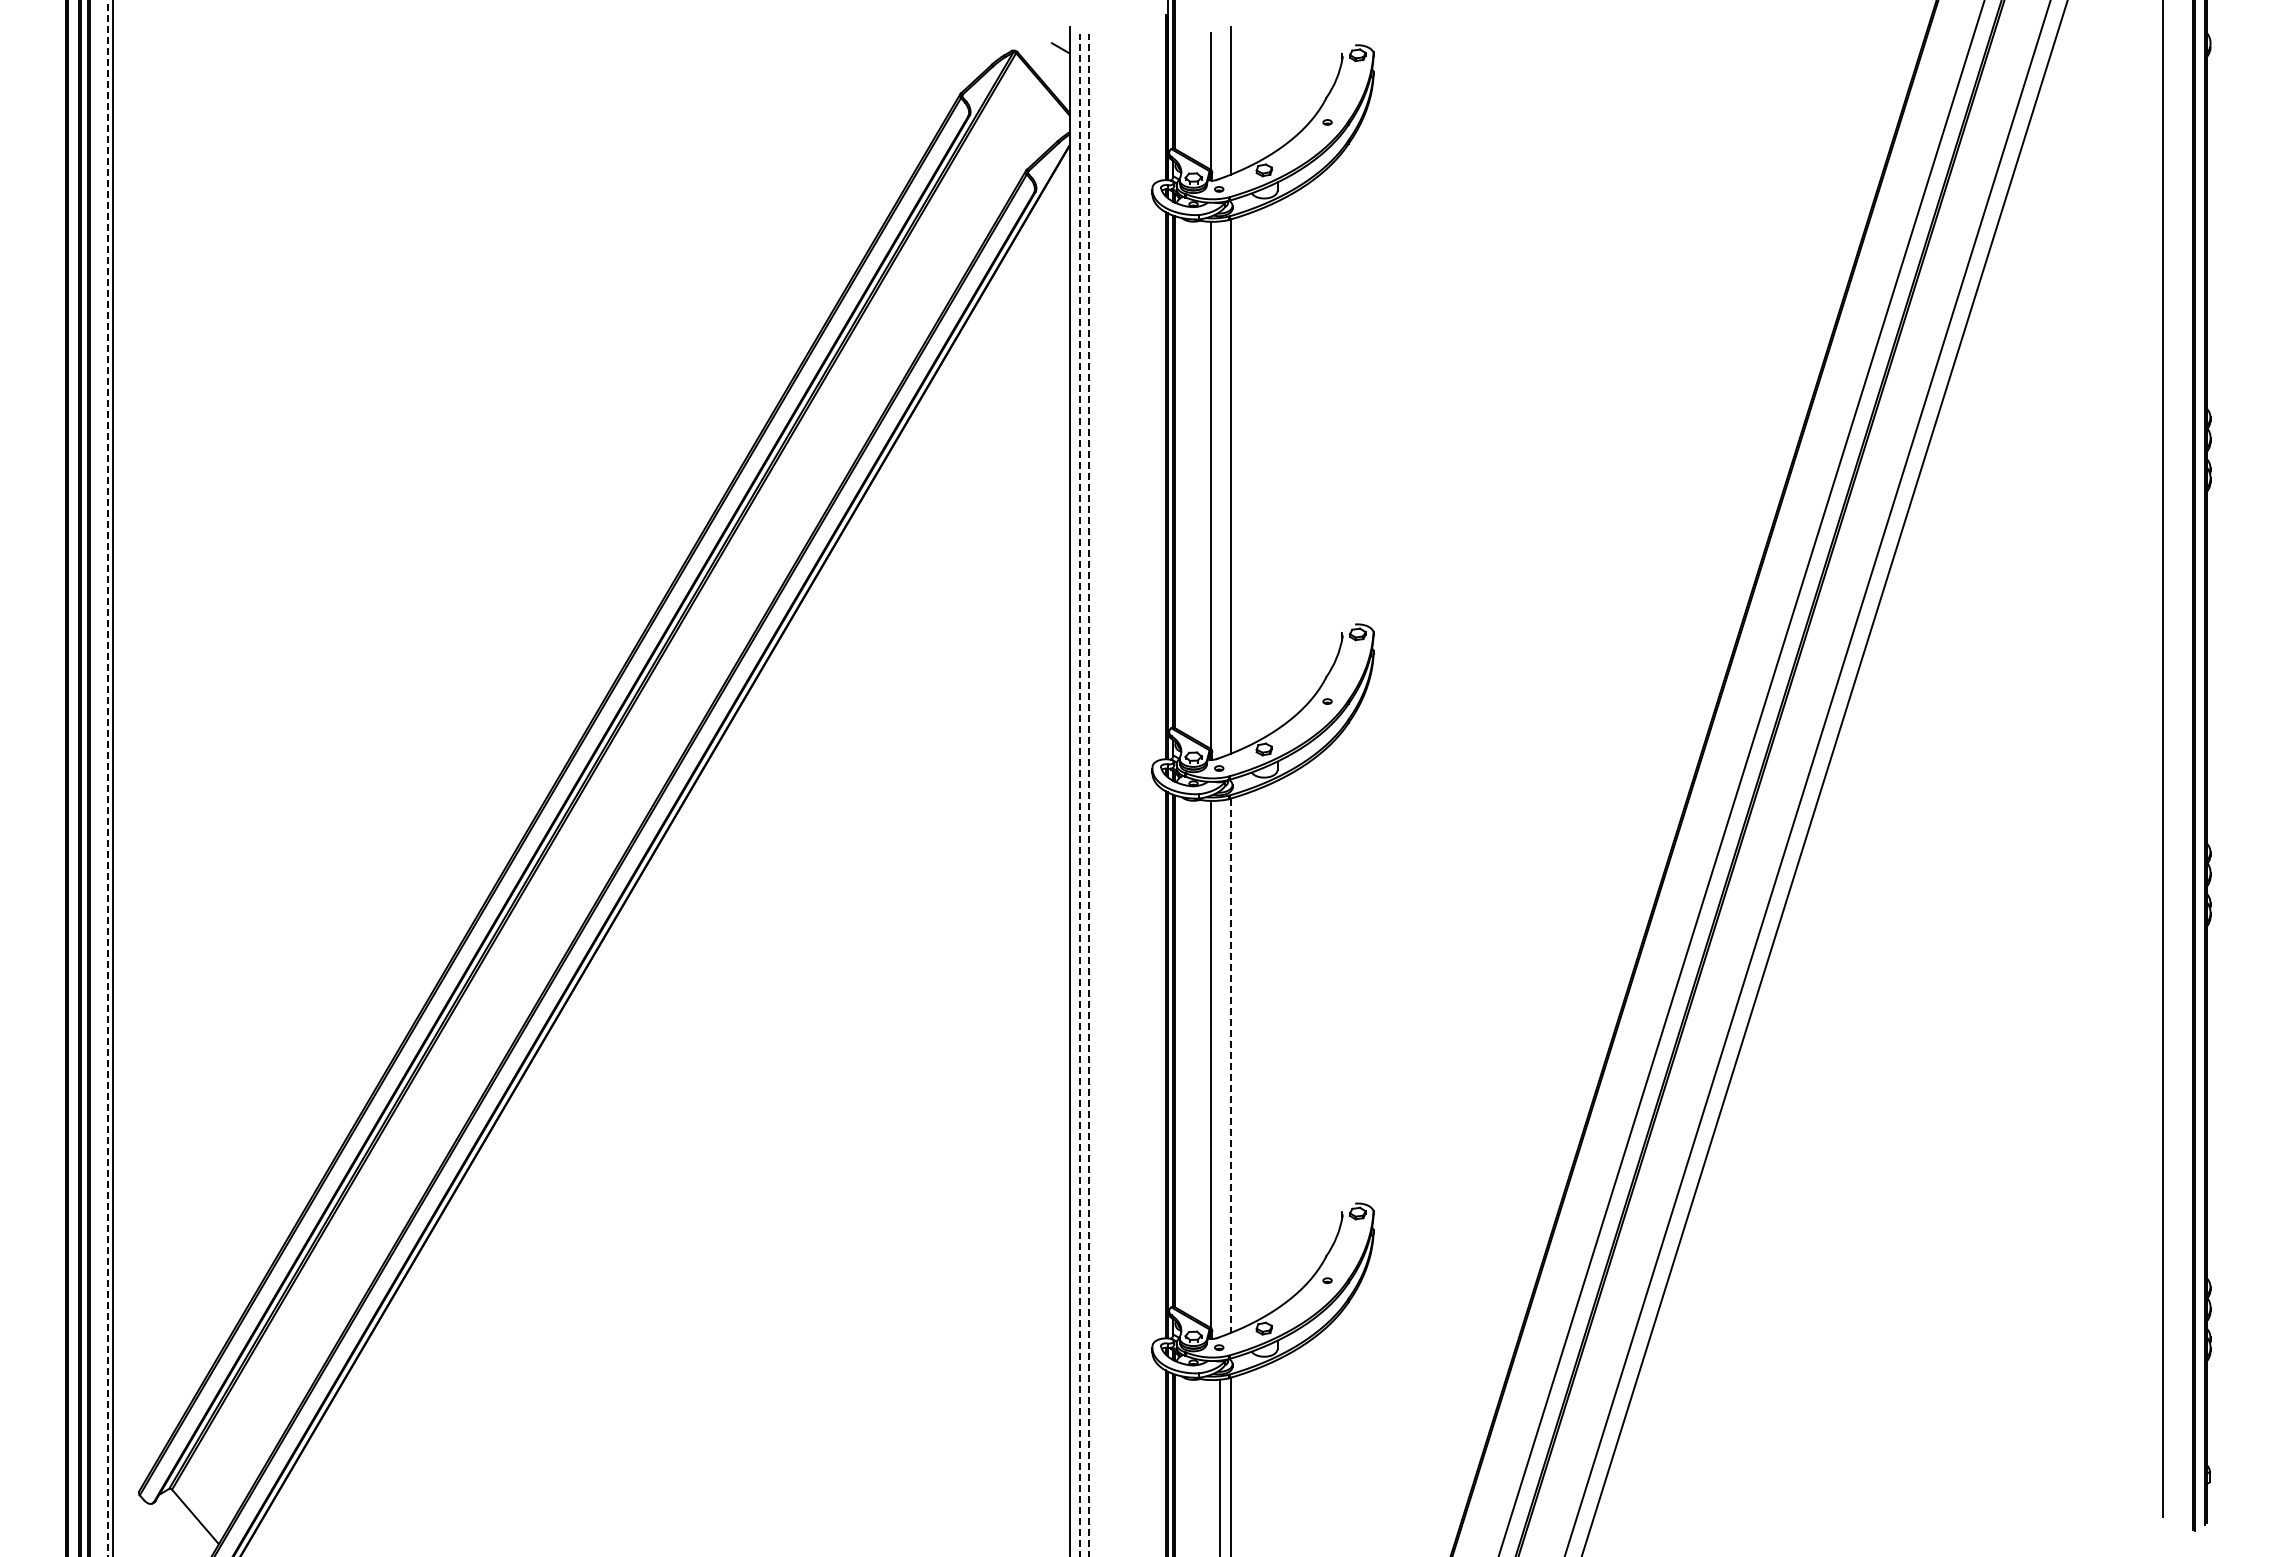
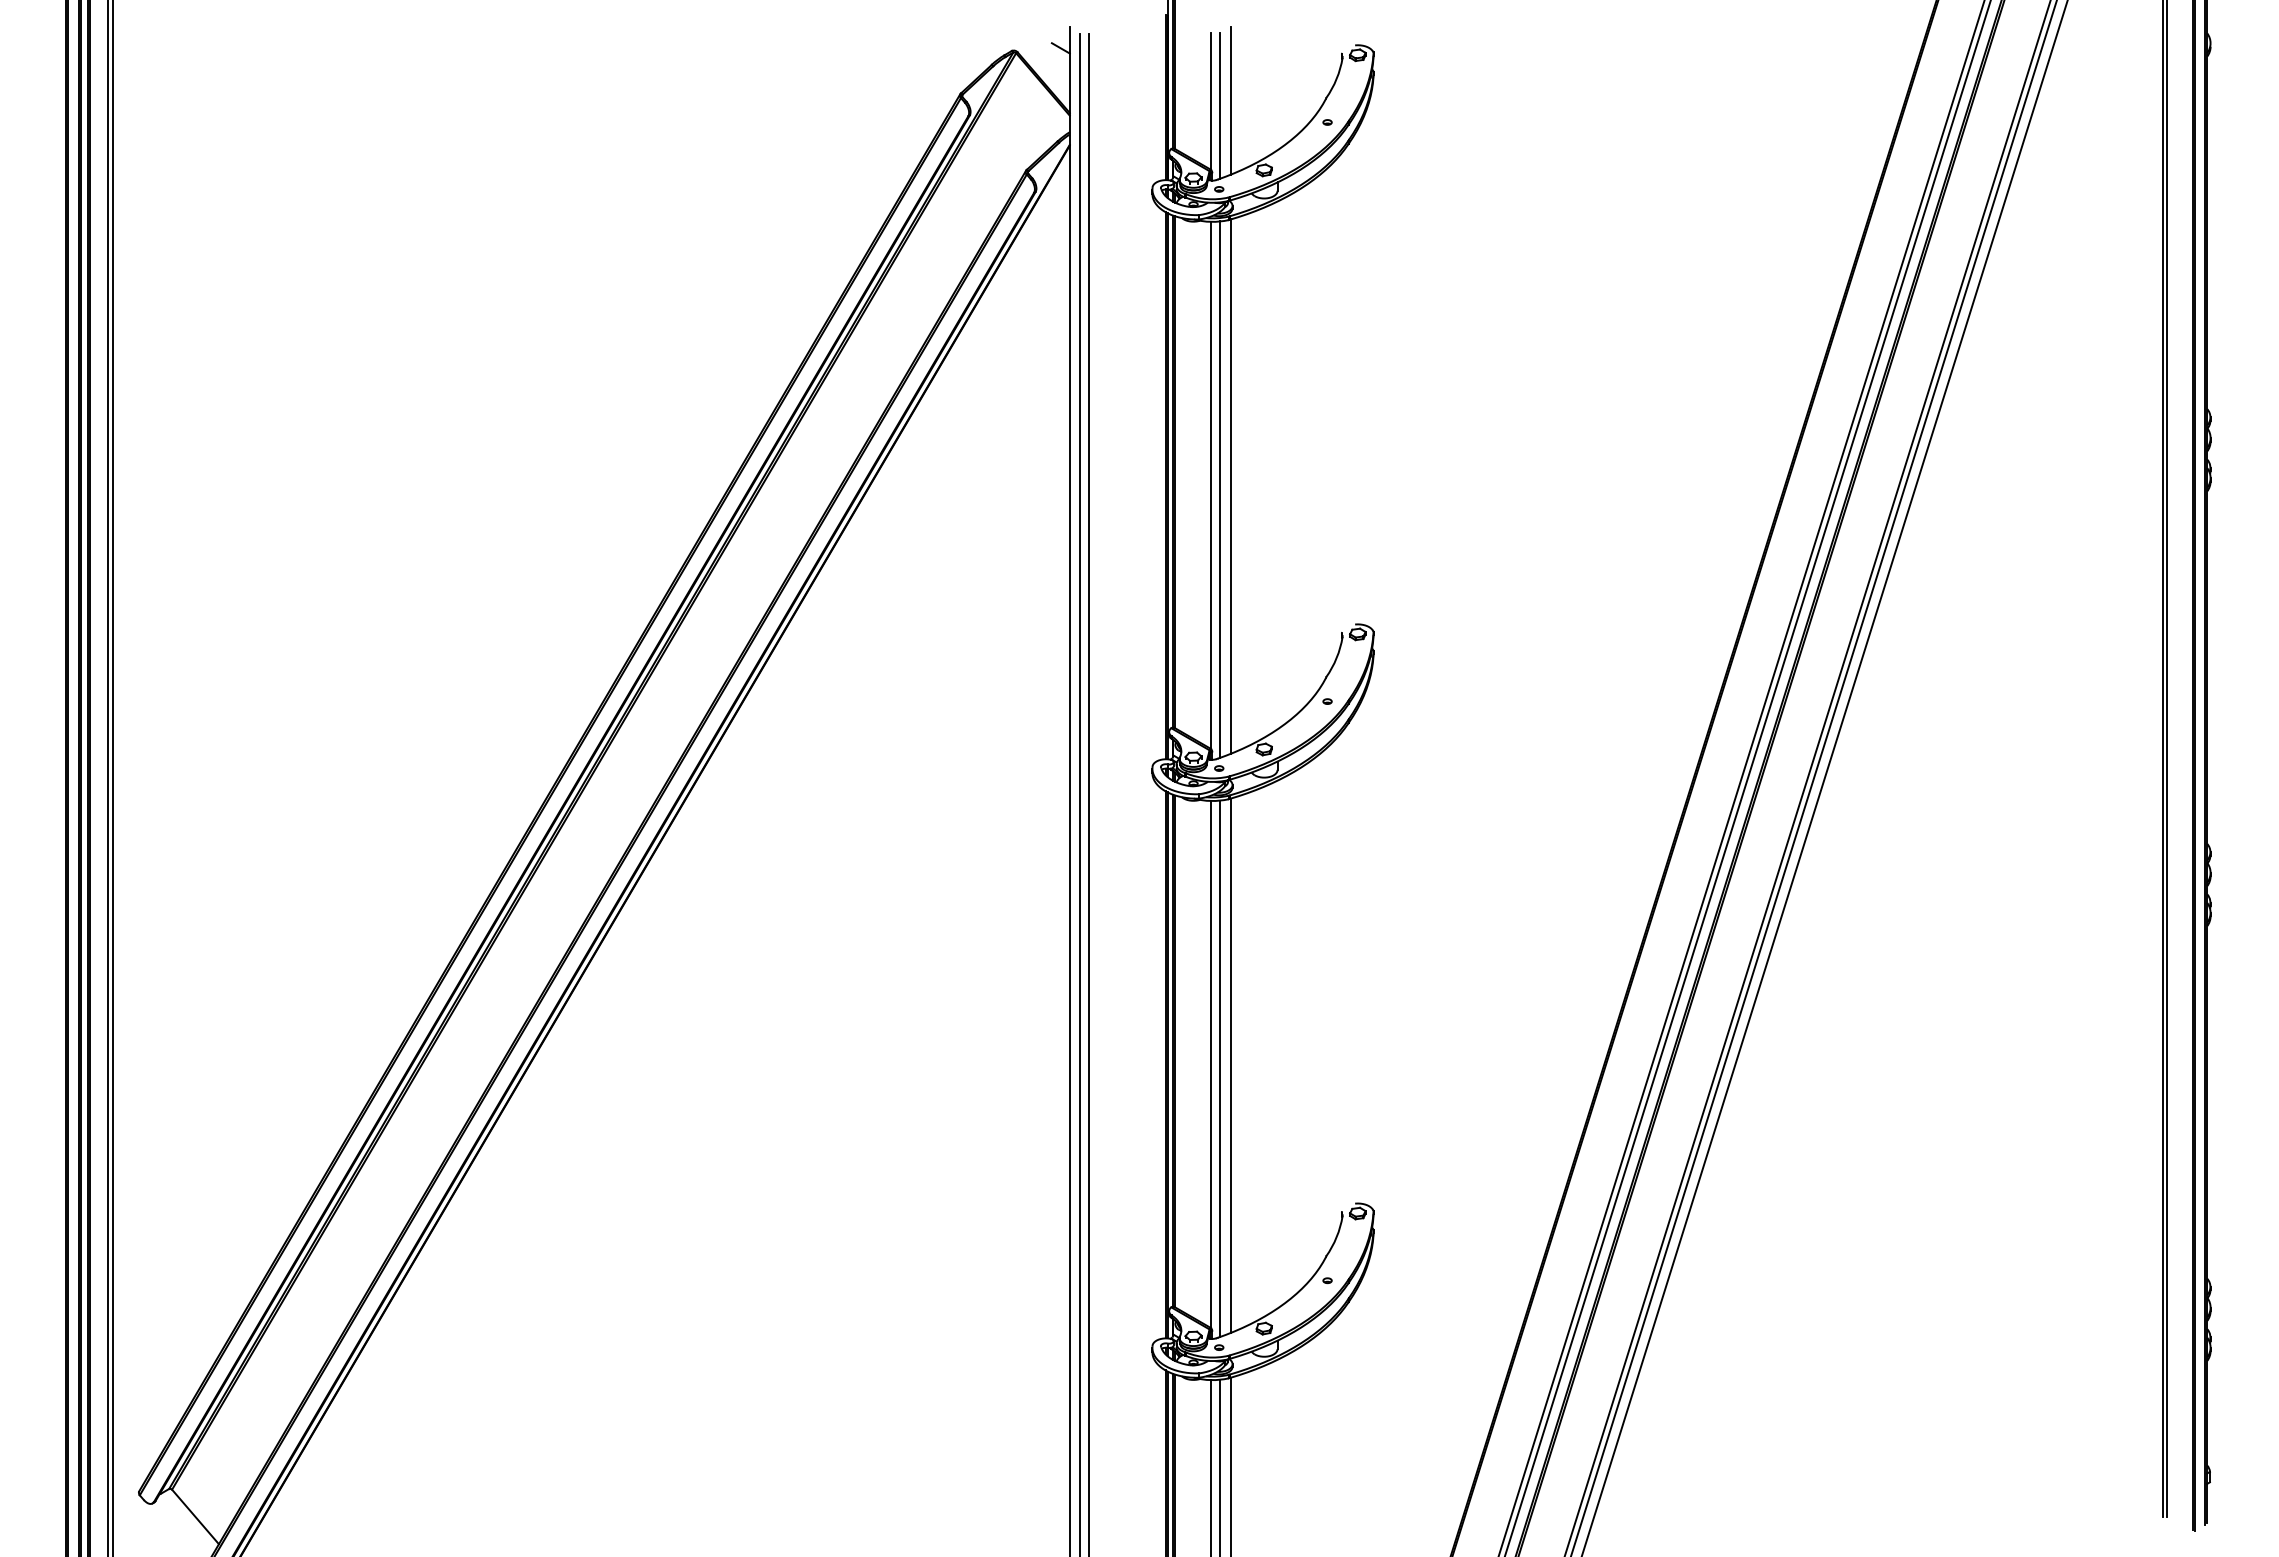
line at (1220, 105): none -> present
line at (1220, 489): none -> present
line at (2167, 759): none -> present
line at (1747, 777): none -> present
line at (1813, 777): none -> present
line at (108, 778): dashed -> solid
line at (1080, 795): dashed -> solid
line at (1089, 795): dashed -> solid
line at (1231, 1066): dashed -> solid
line at (1220, 1068): none -> present
line at (1211, 1466): none -> present
